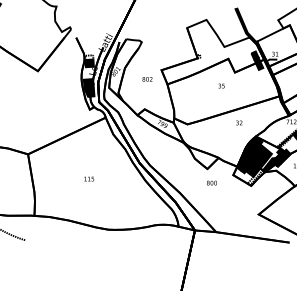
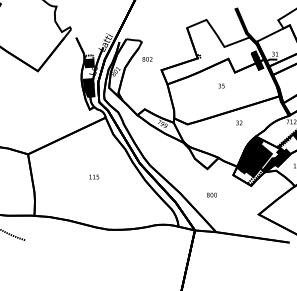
text at (147, 79) position: (147, 79) -> (147, 59)
text at (89, 178) position: (89, 178) -> (94, 176)
text at (211, 182) position: (211, 182) -> (211, 194)
